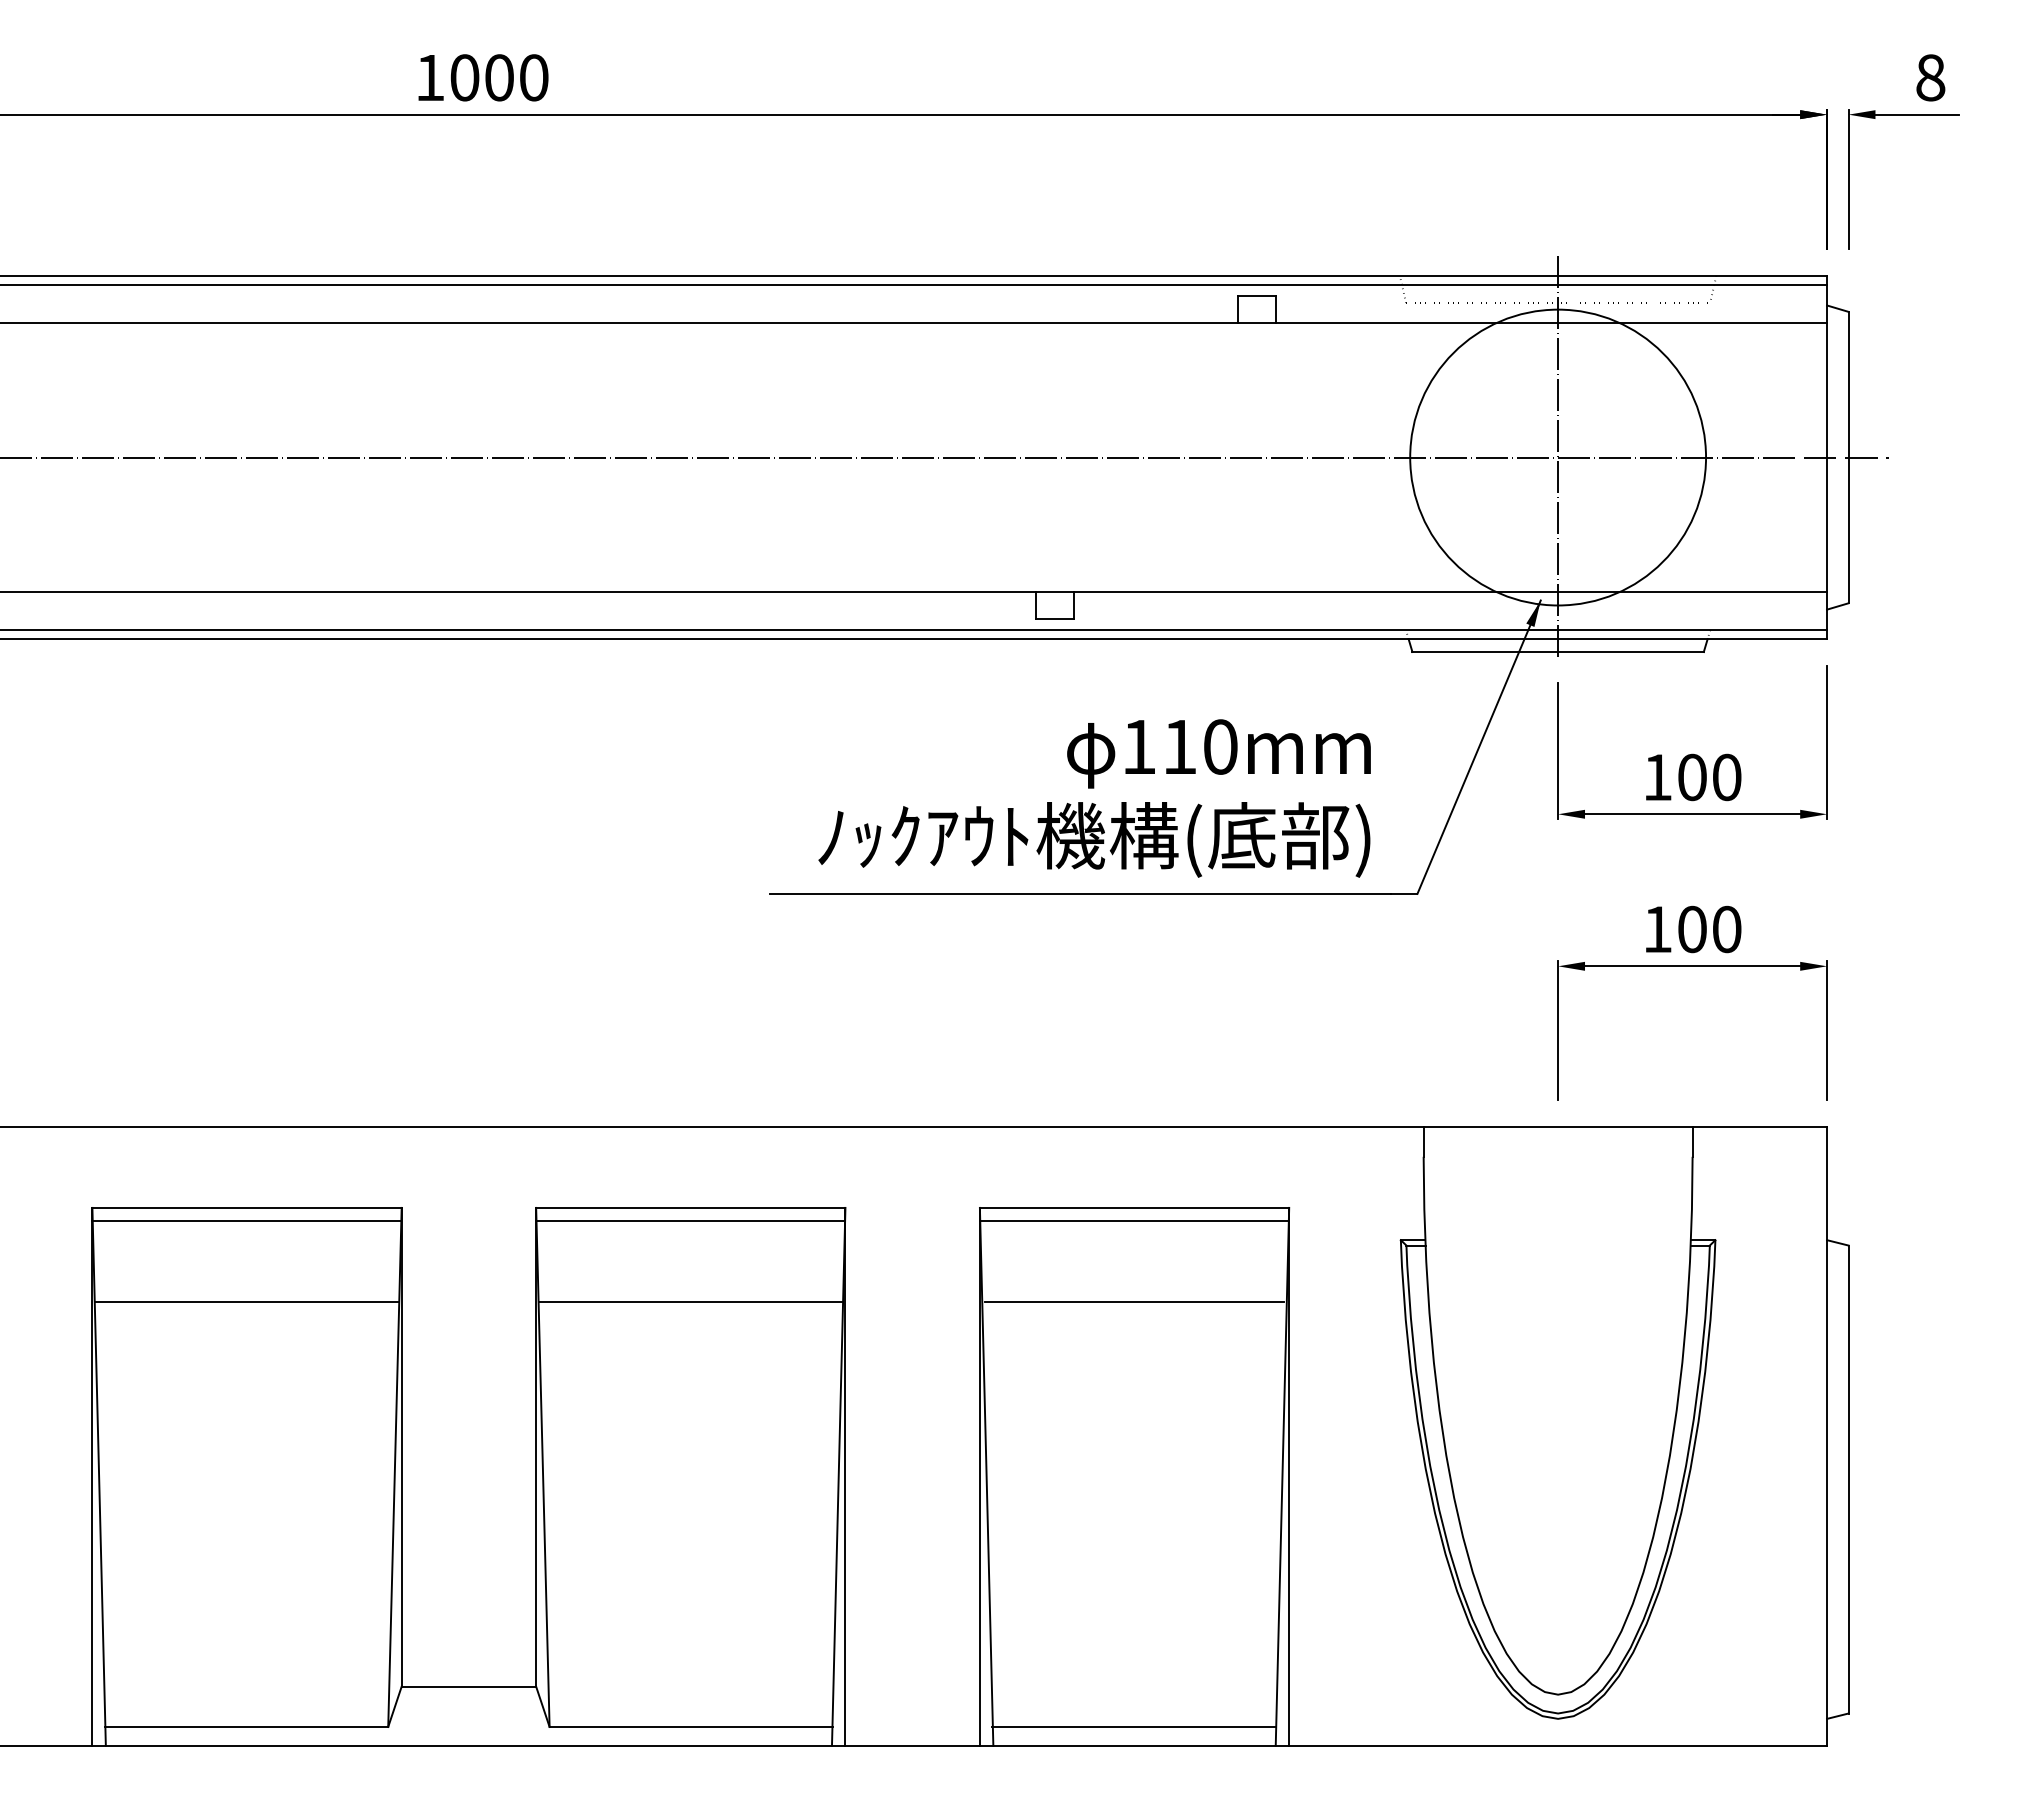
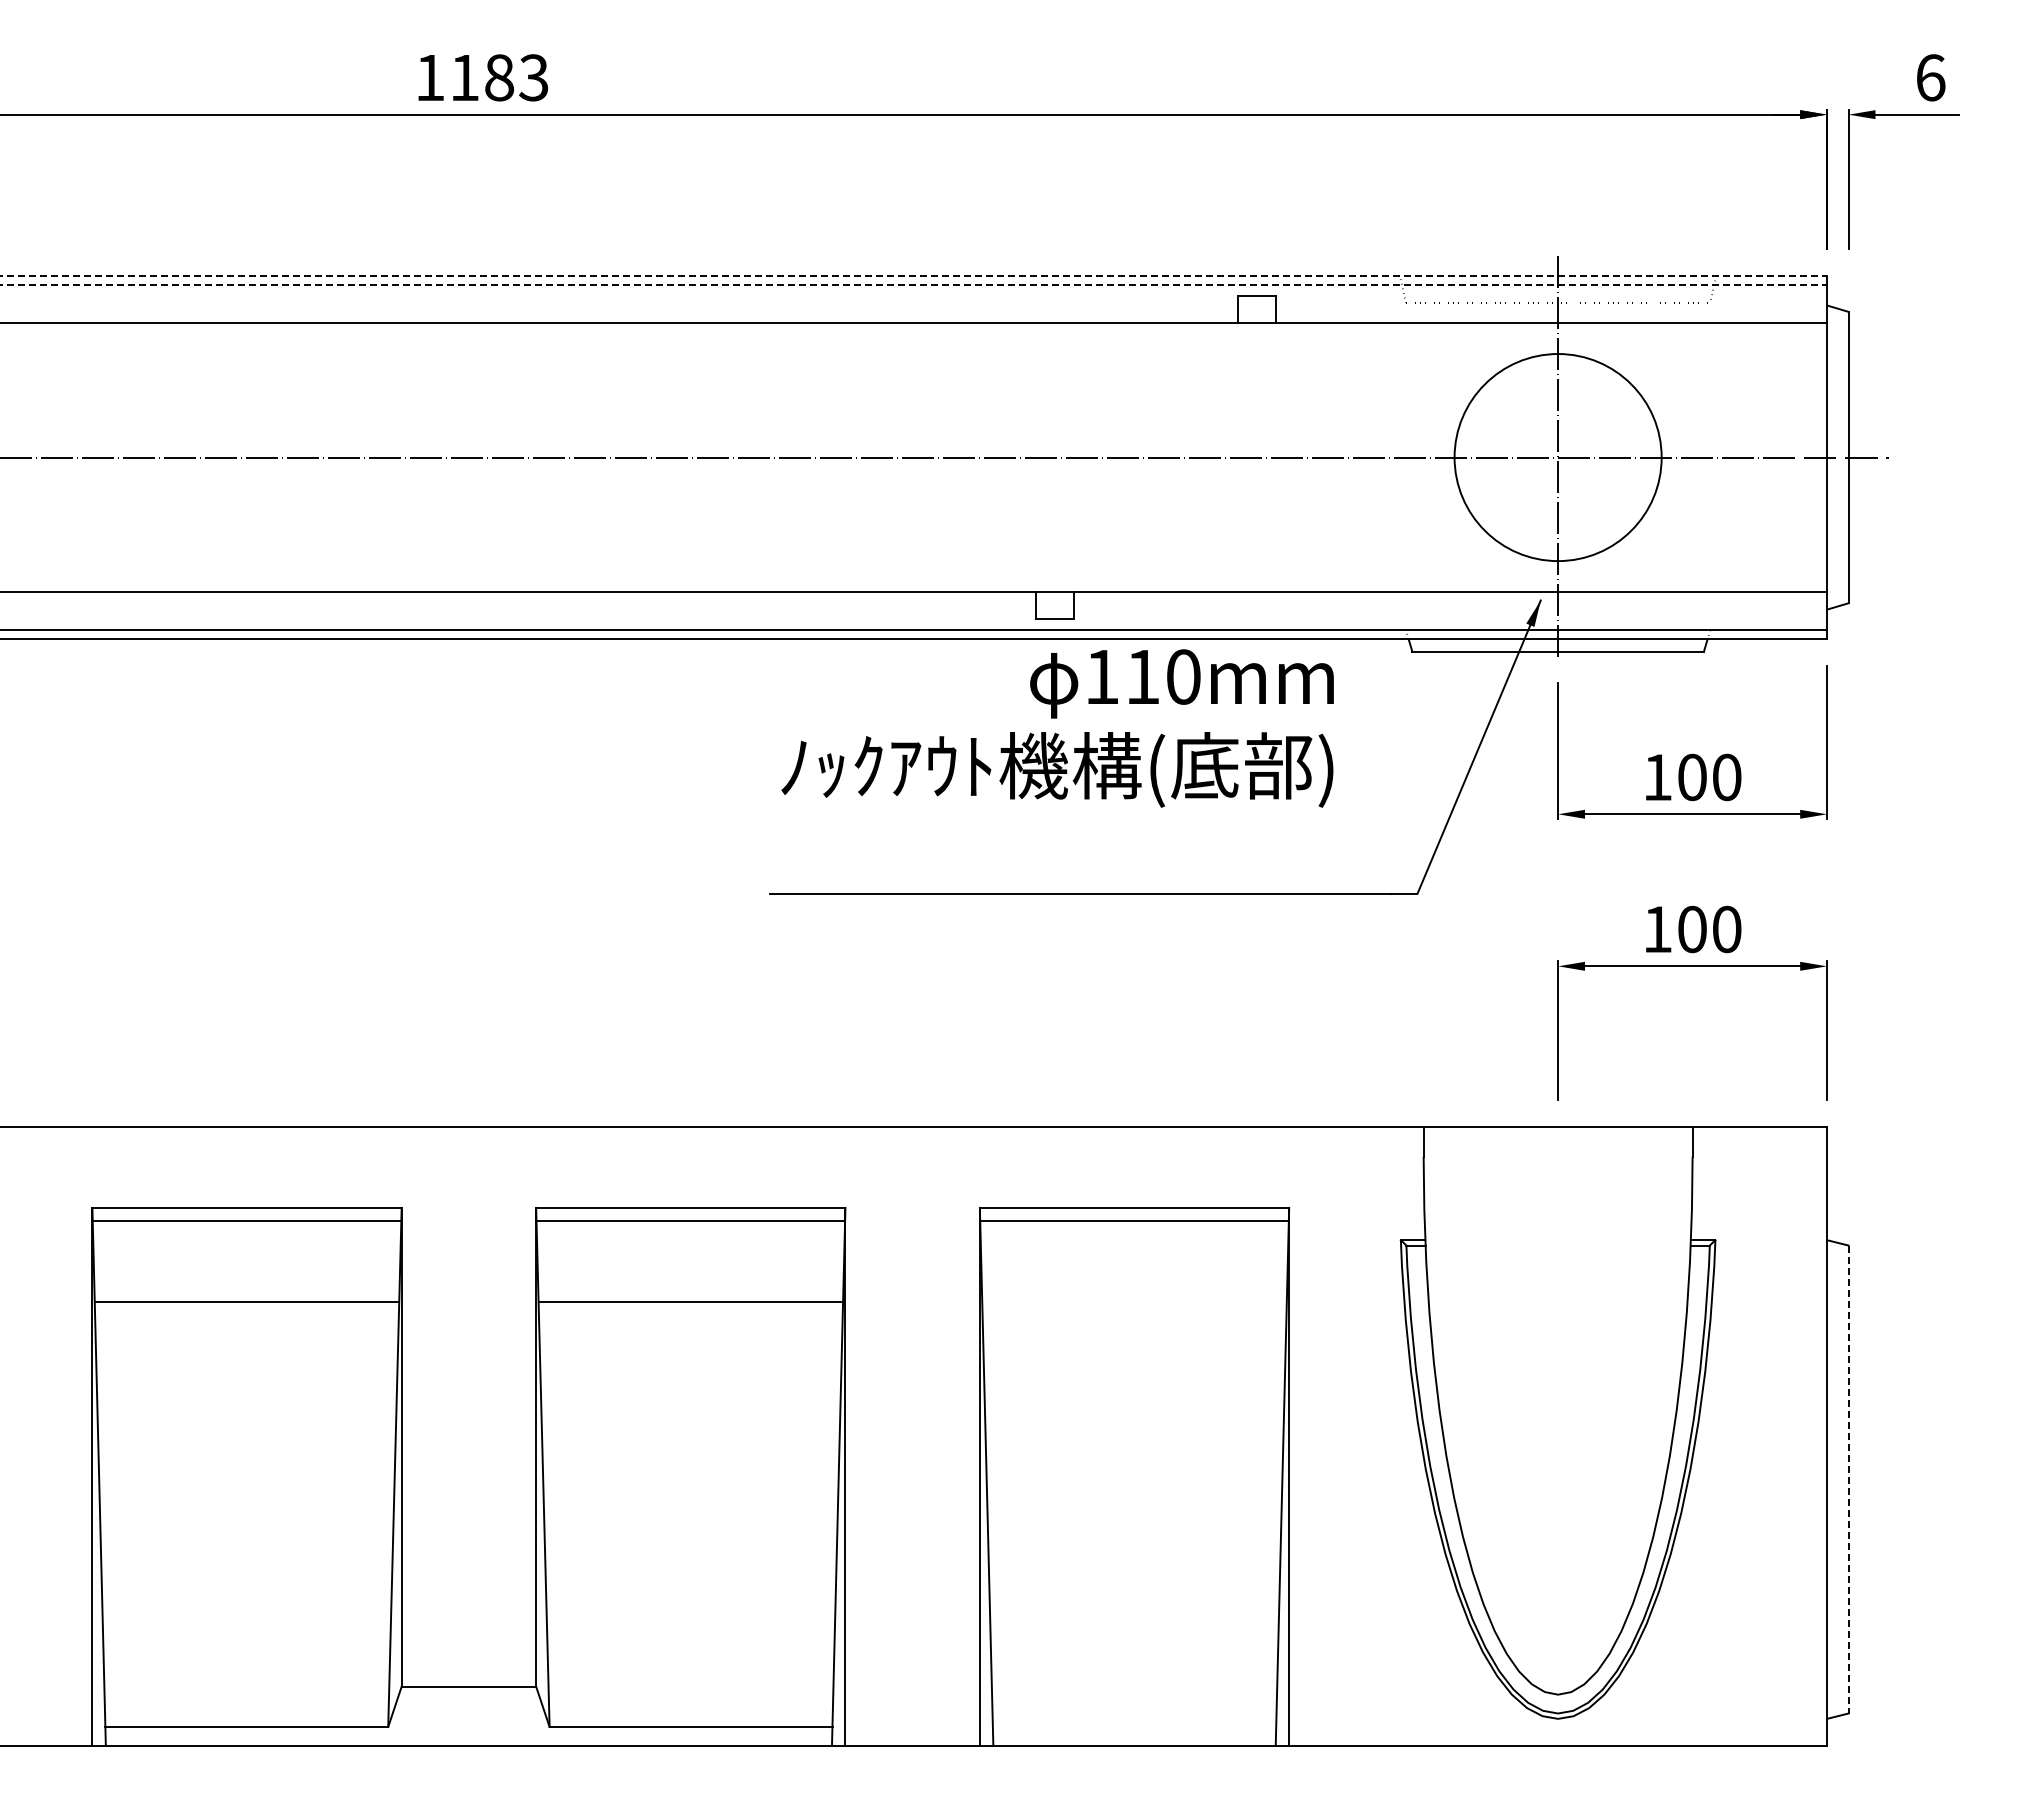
text at (499, 77): 1000 -> 1183
text at (1930, 77): 8 -> 6
line at (914, 276): solid -> dashed
line at (914, 284): solid -> dashed
circle at (1558, 457) diameter: 296 px -> 207 px
text at (1094, 798) position: (1094, 798) -> (1057, 728)
line at (1134, 1302): present -> none
line at (1848, 1479): solid -> dashed
line at (1133, 1726): present -> none
